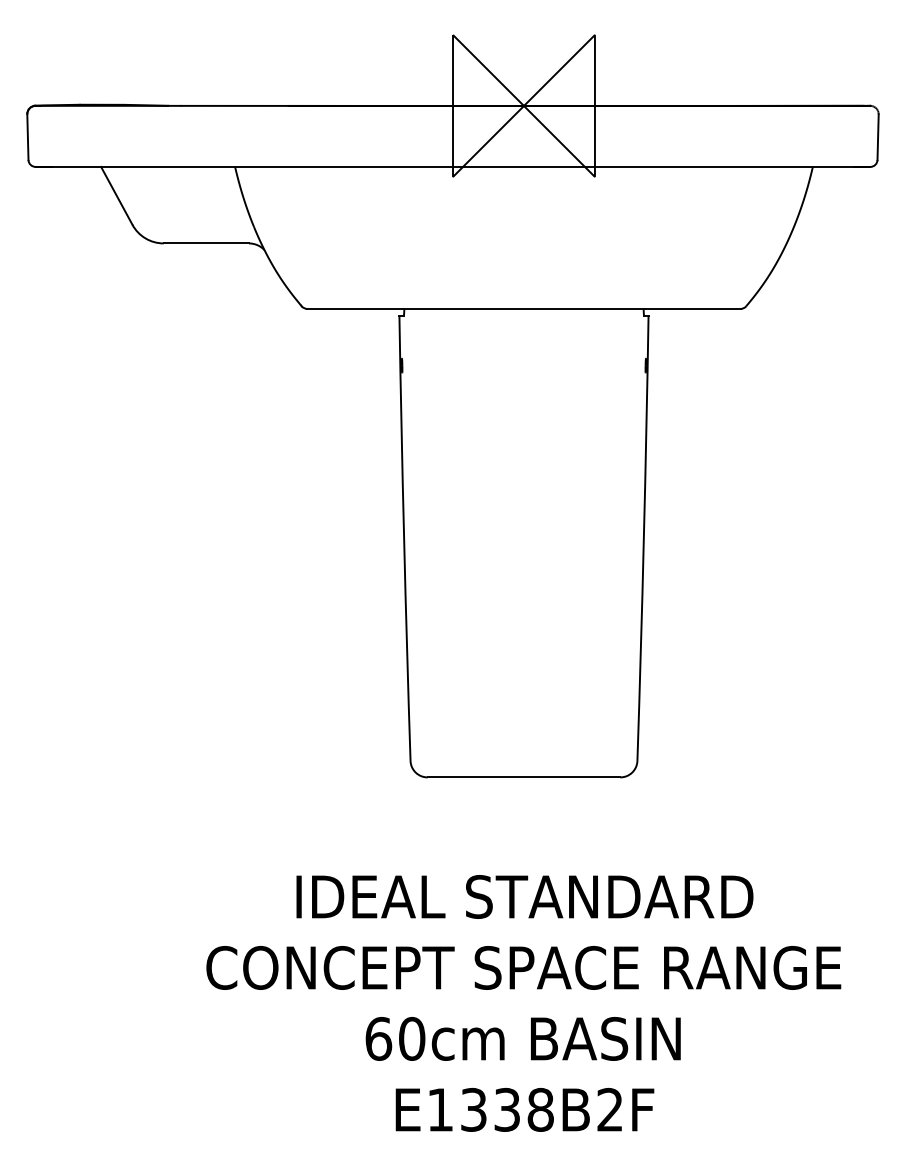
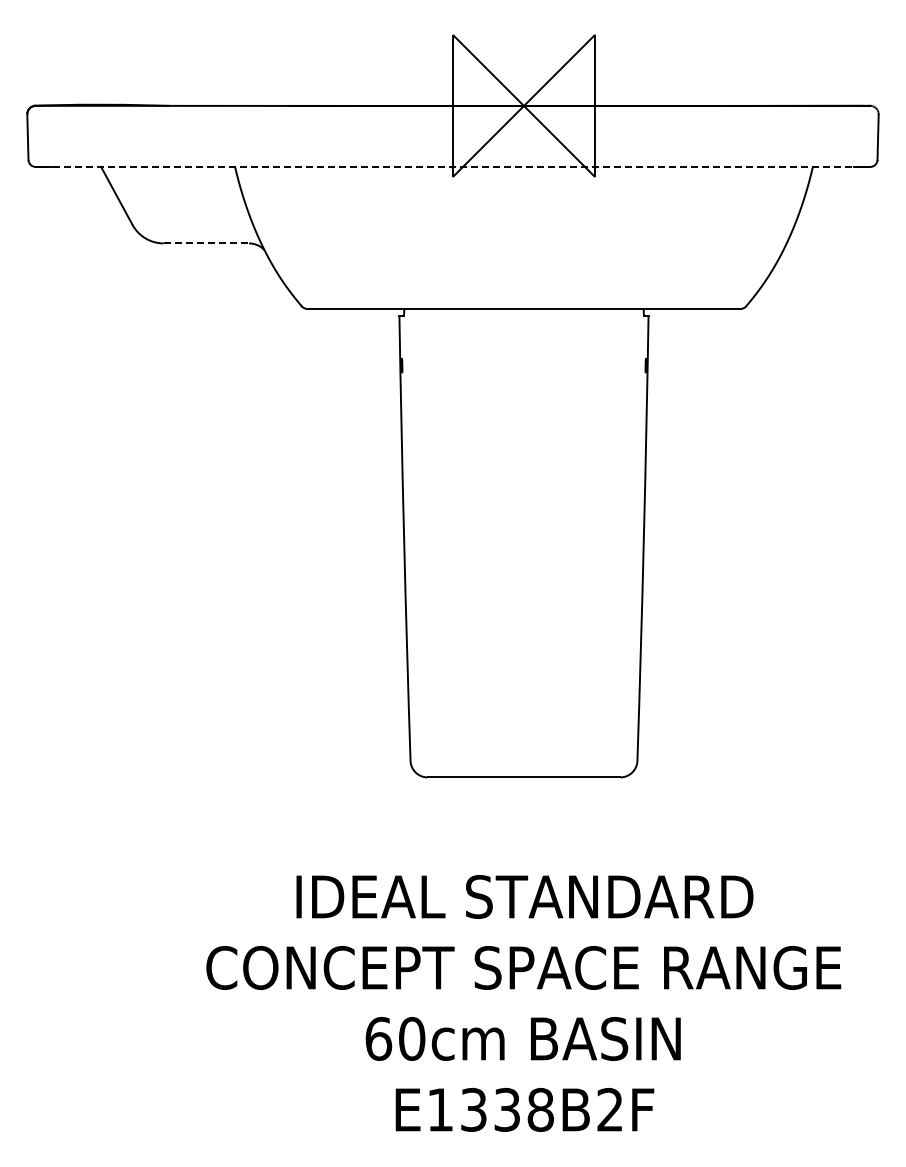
line at (452, 166): solid -> dashed
line at (206, 243): solid -> dashed
